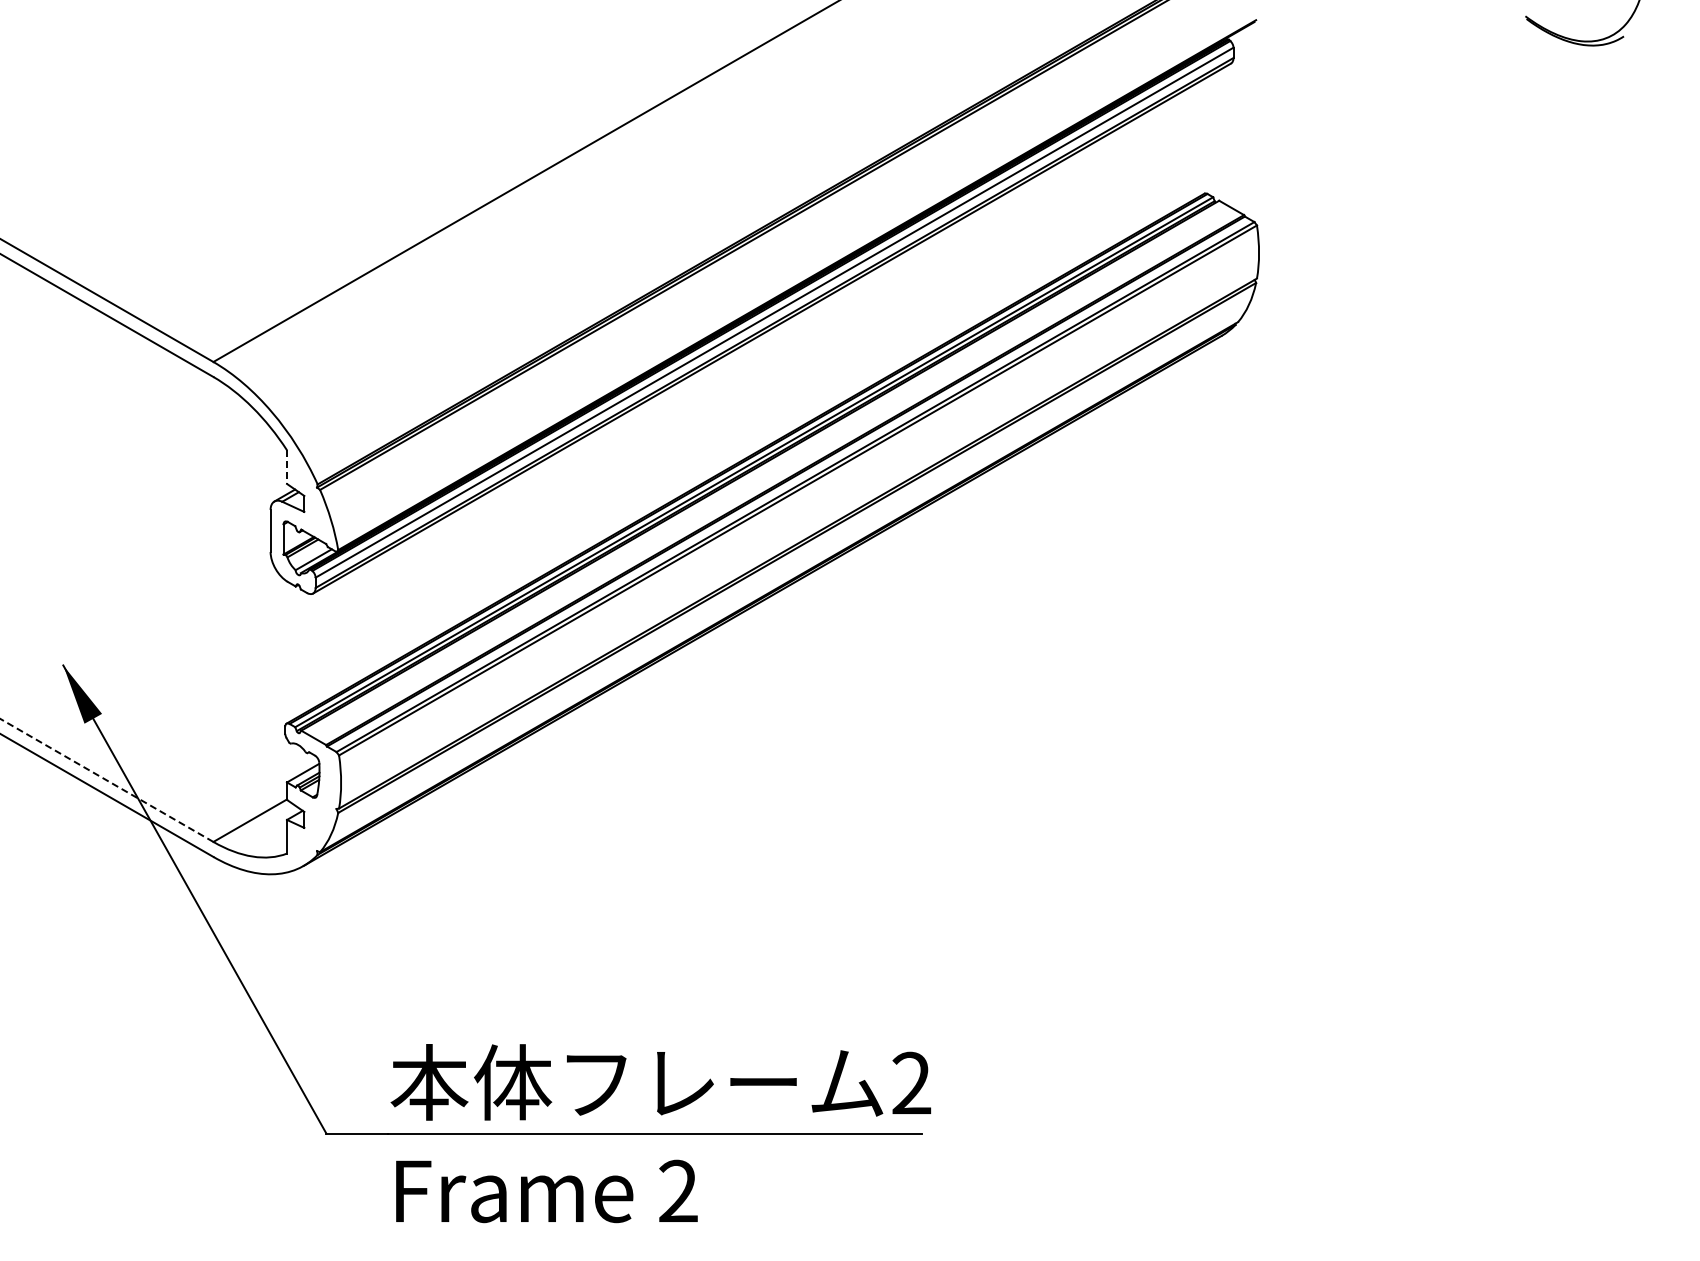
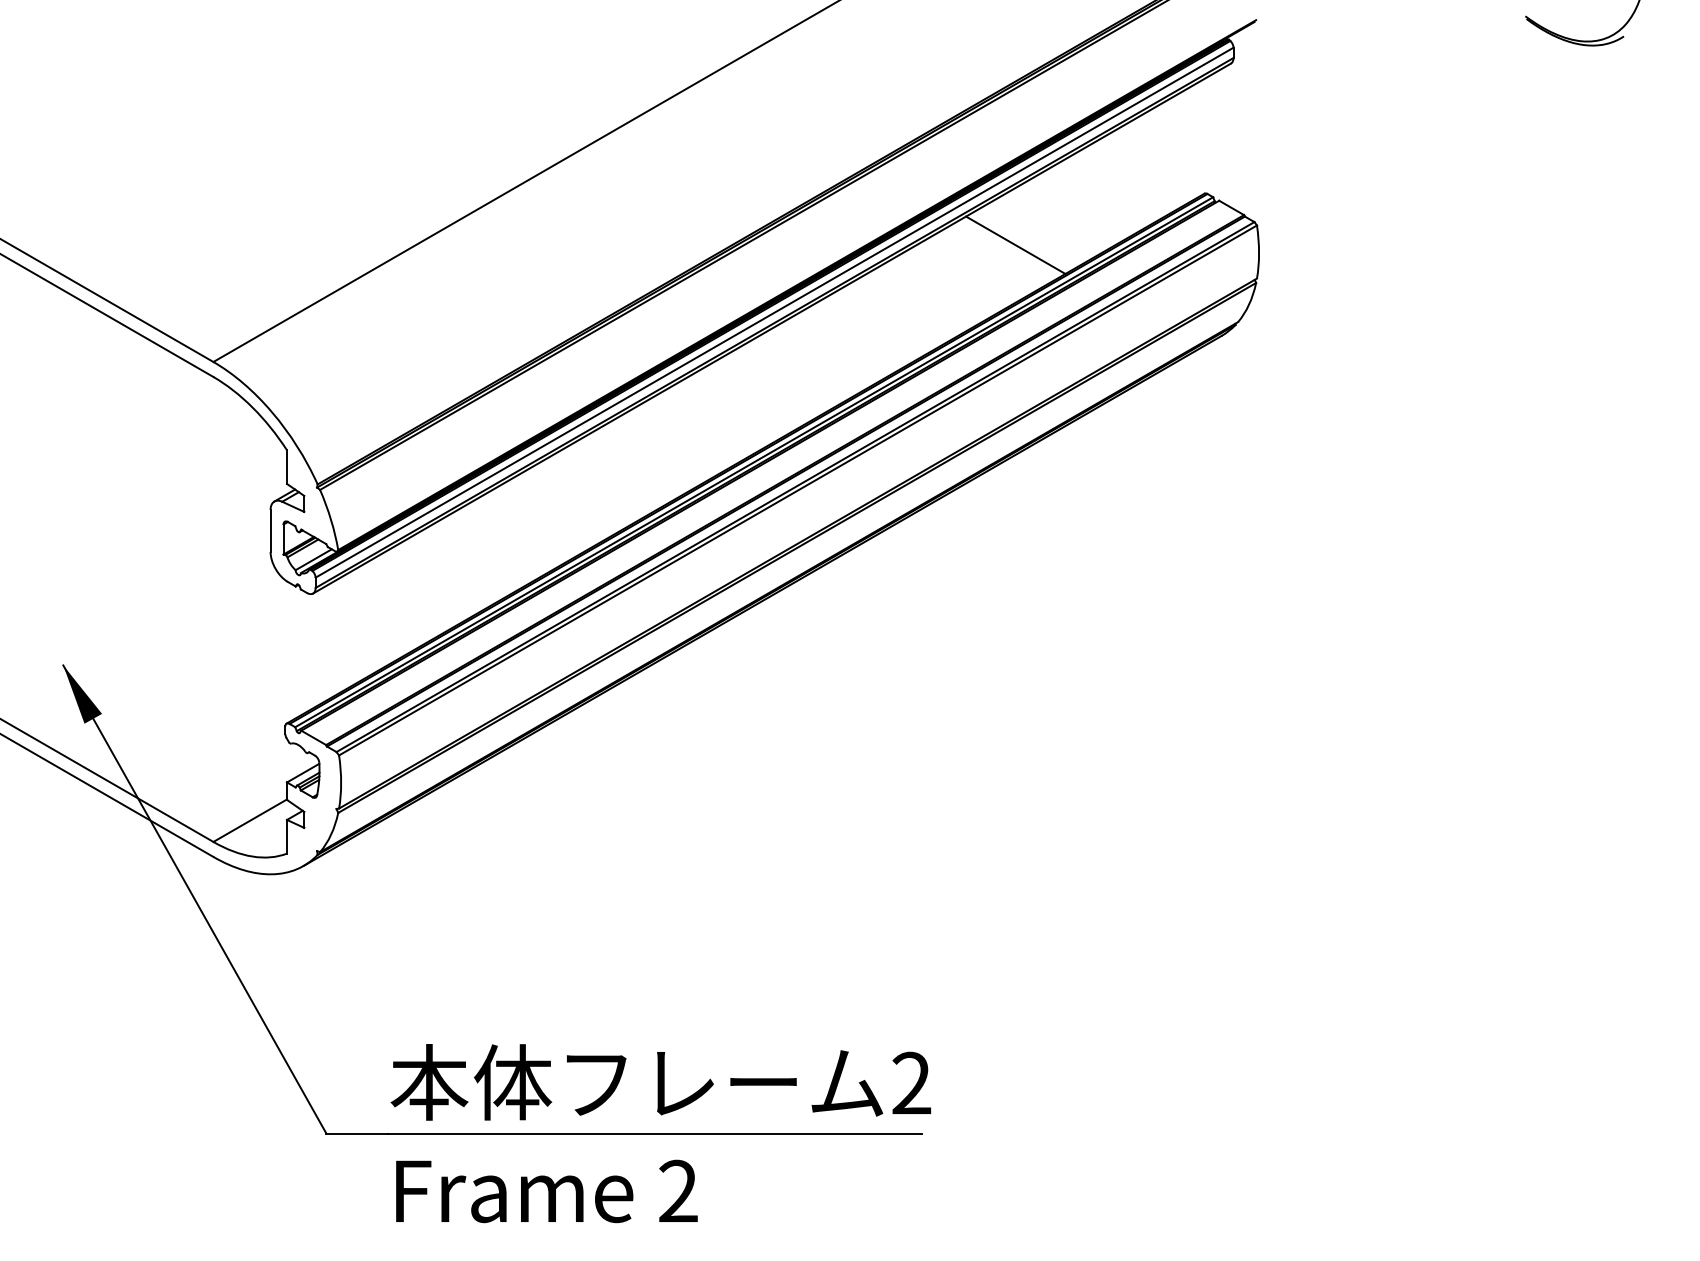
line at (1015, 244): none -> present
line at (287, 467): dashed -> solid
line at (106, 780): dashed -> solid
